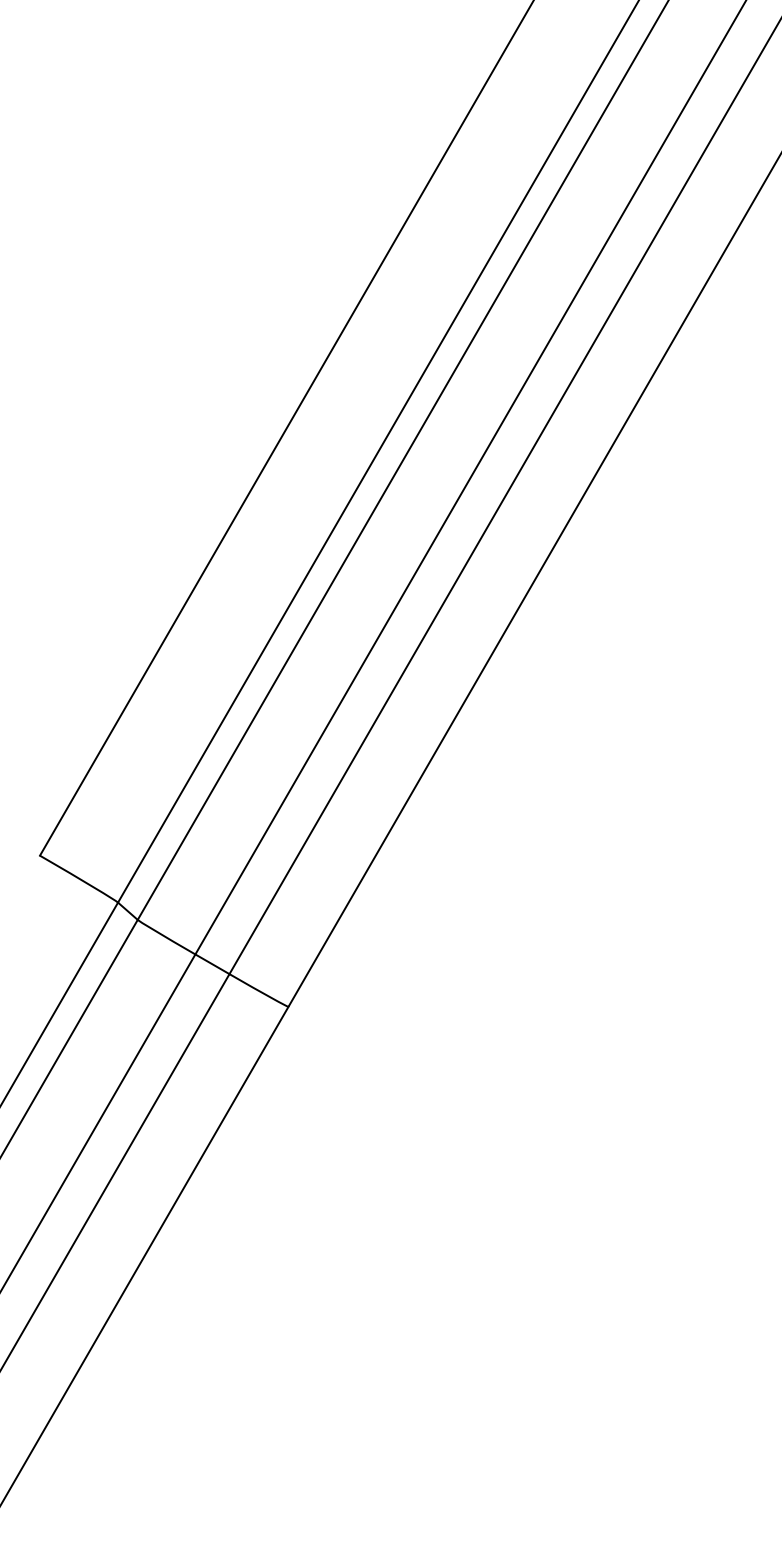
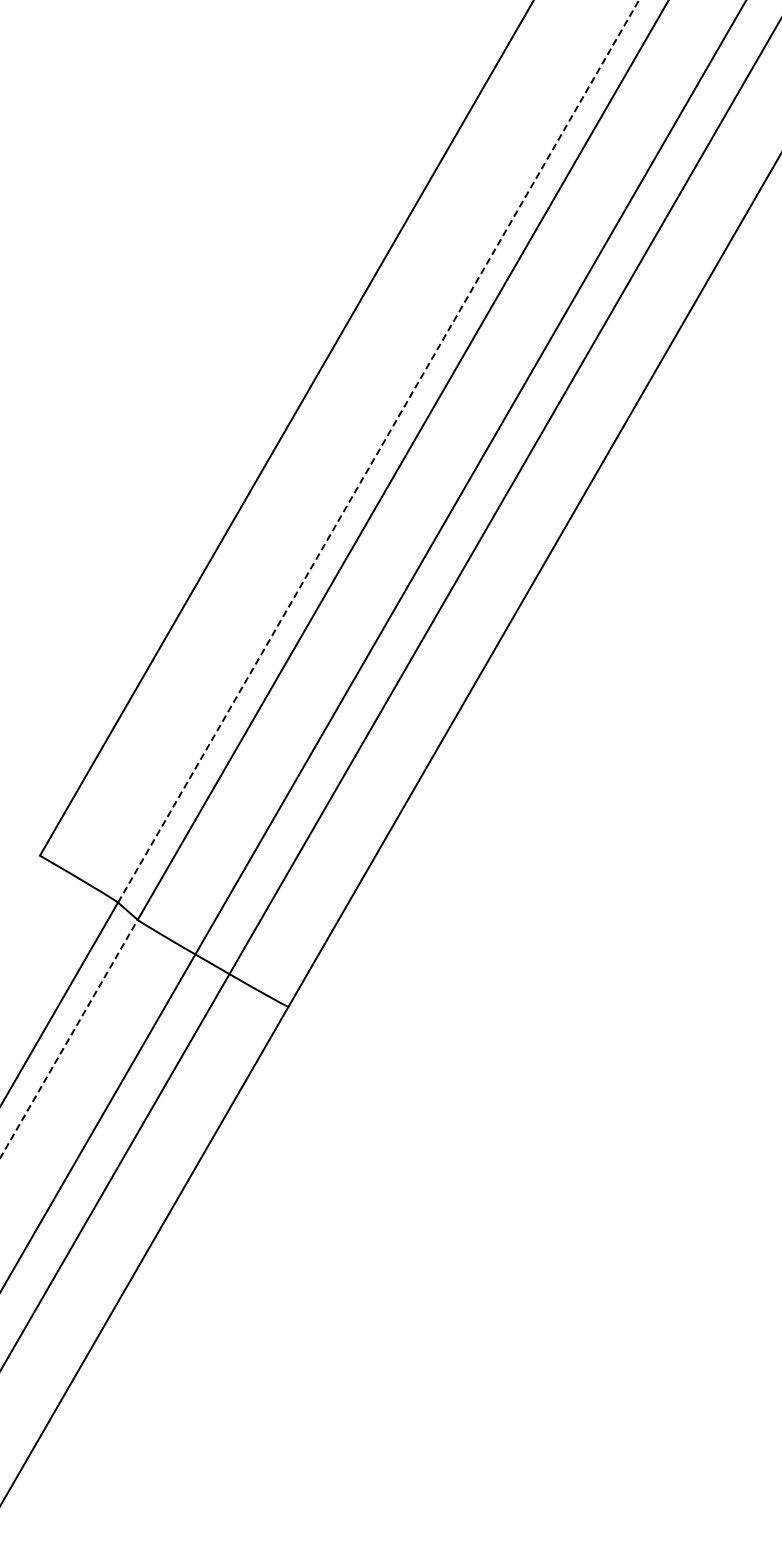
line at (378, 451): solid -> dashed
line at (69, 1038): solid -> dashed
